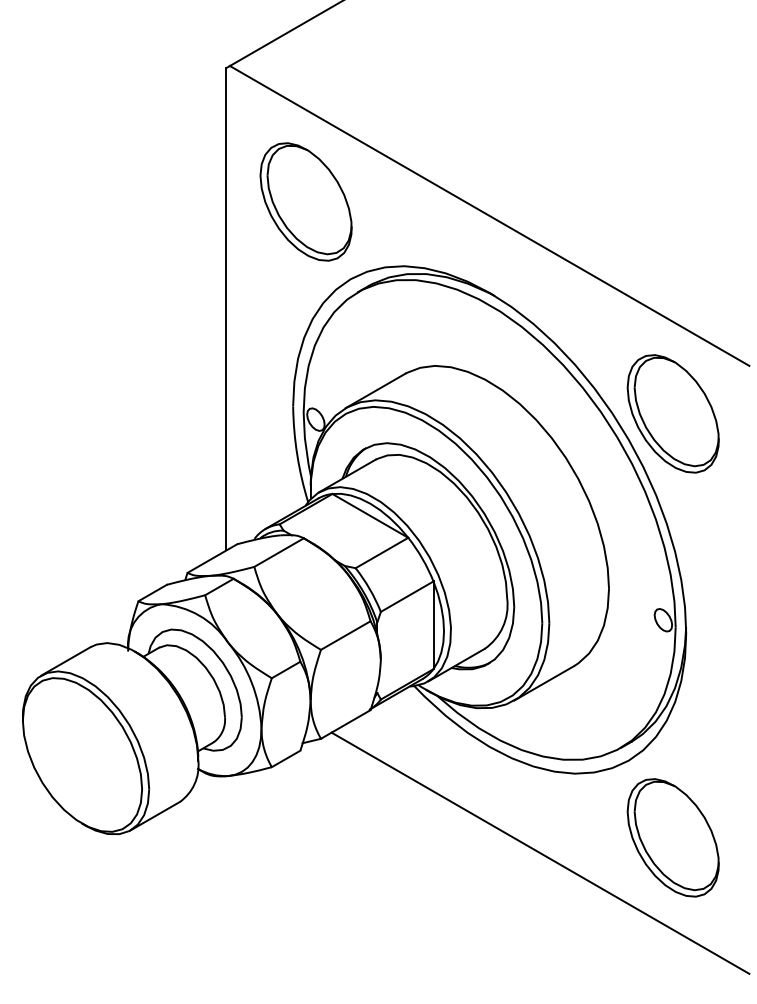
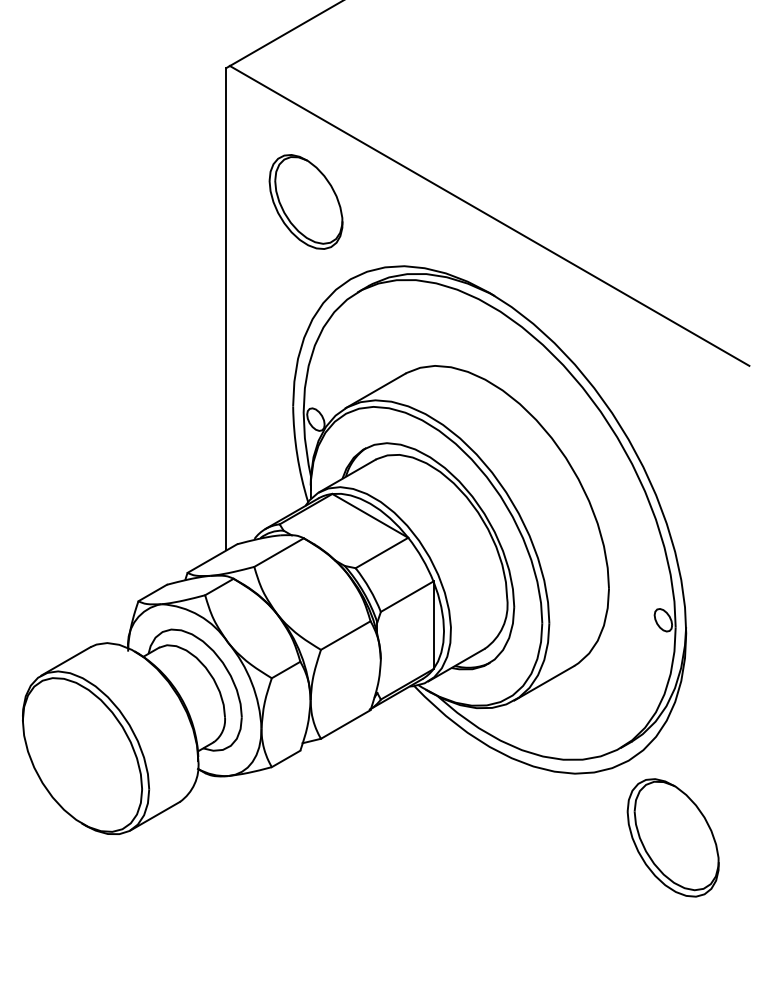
part at (305, 201) size: 94x120 px -> 76x96 px
part at (672, 413): present -> none
line at (540, 852): present -> none
